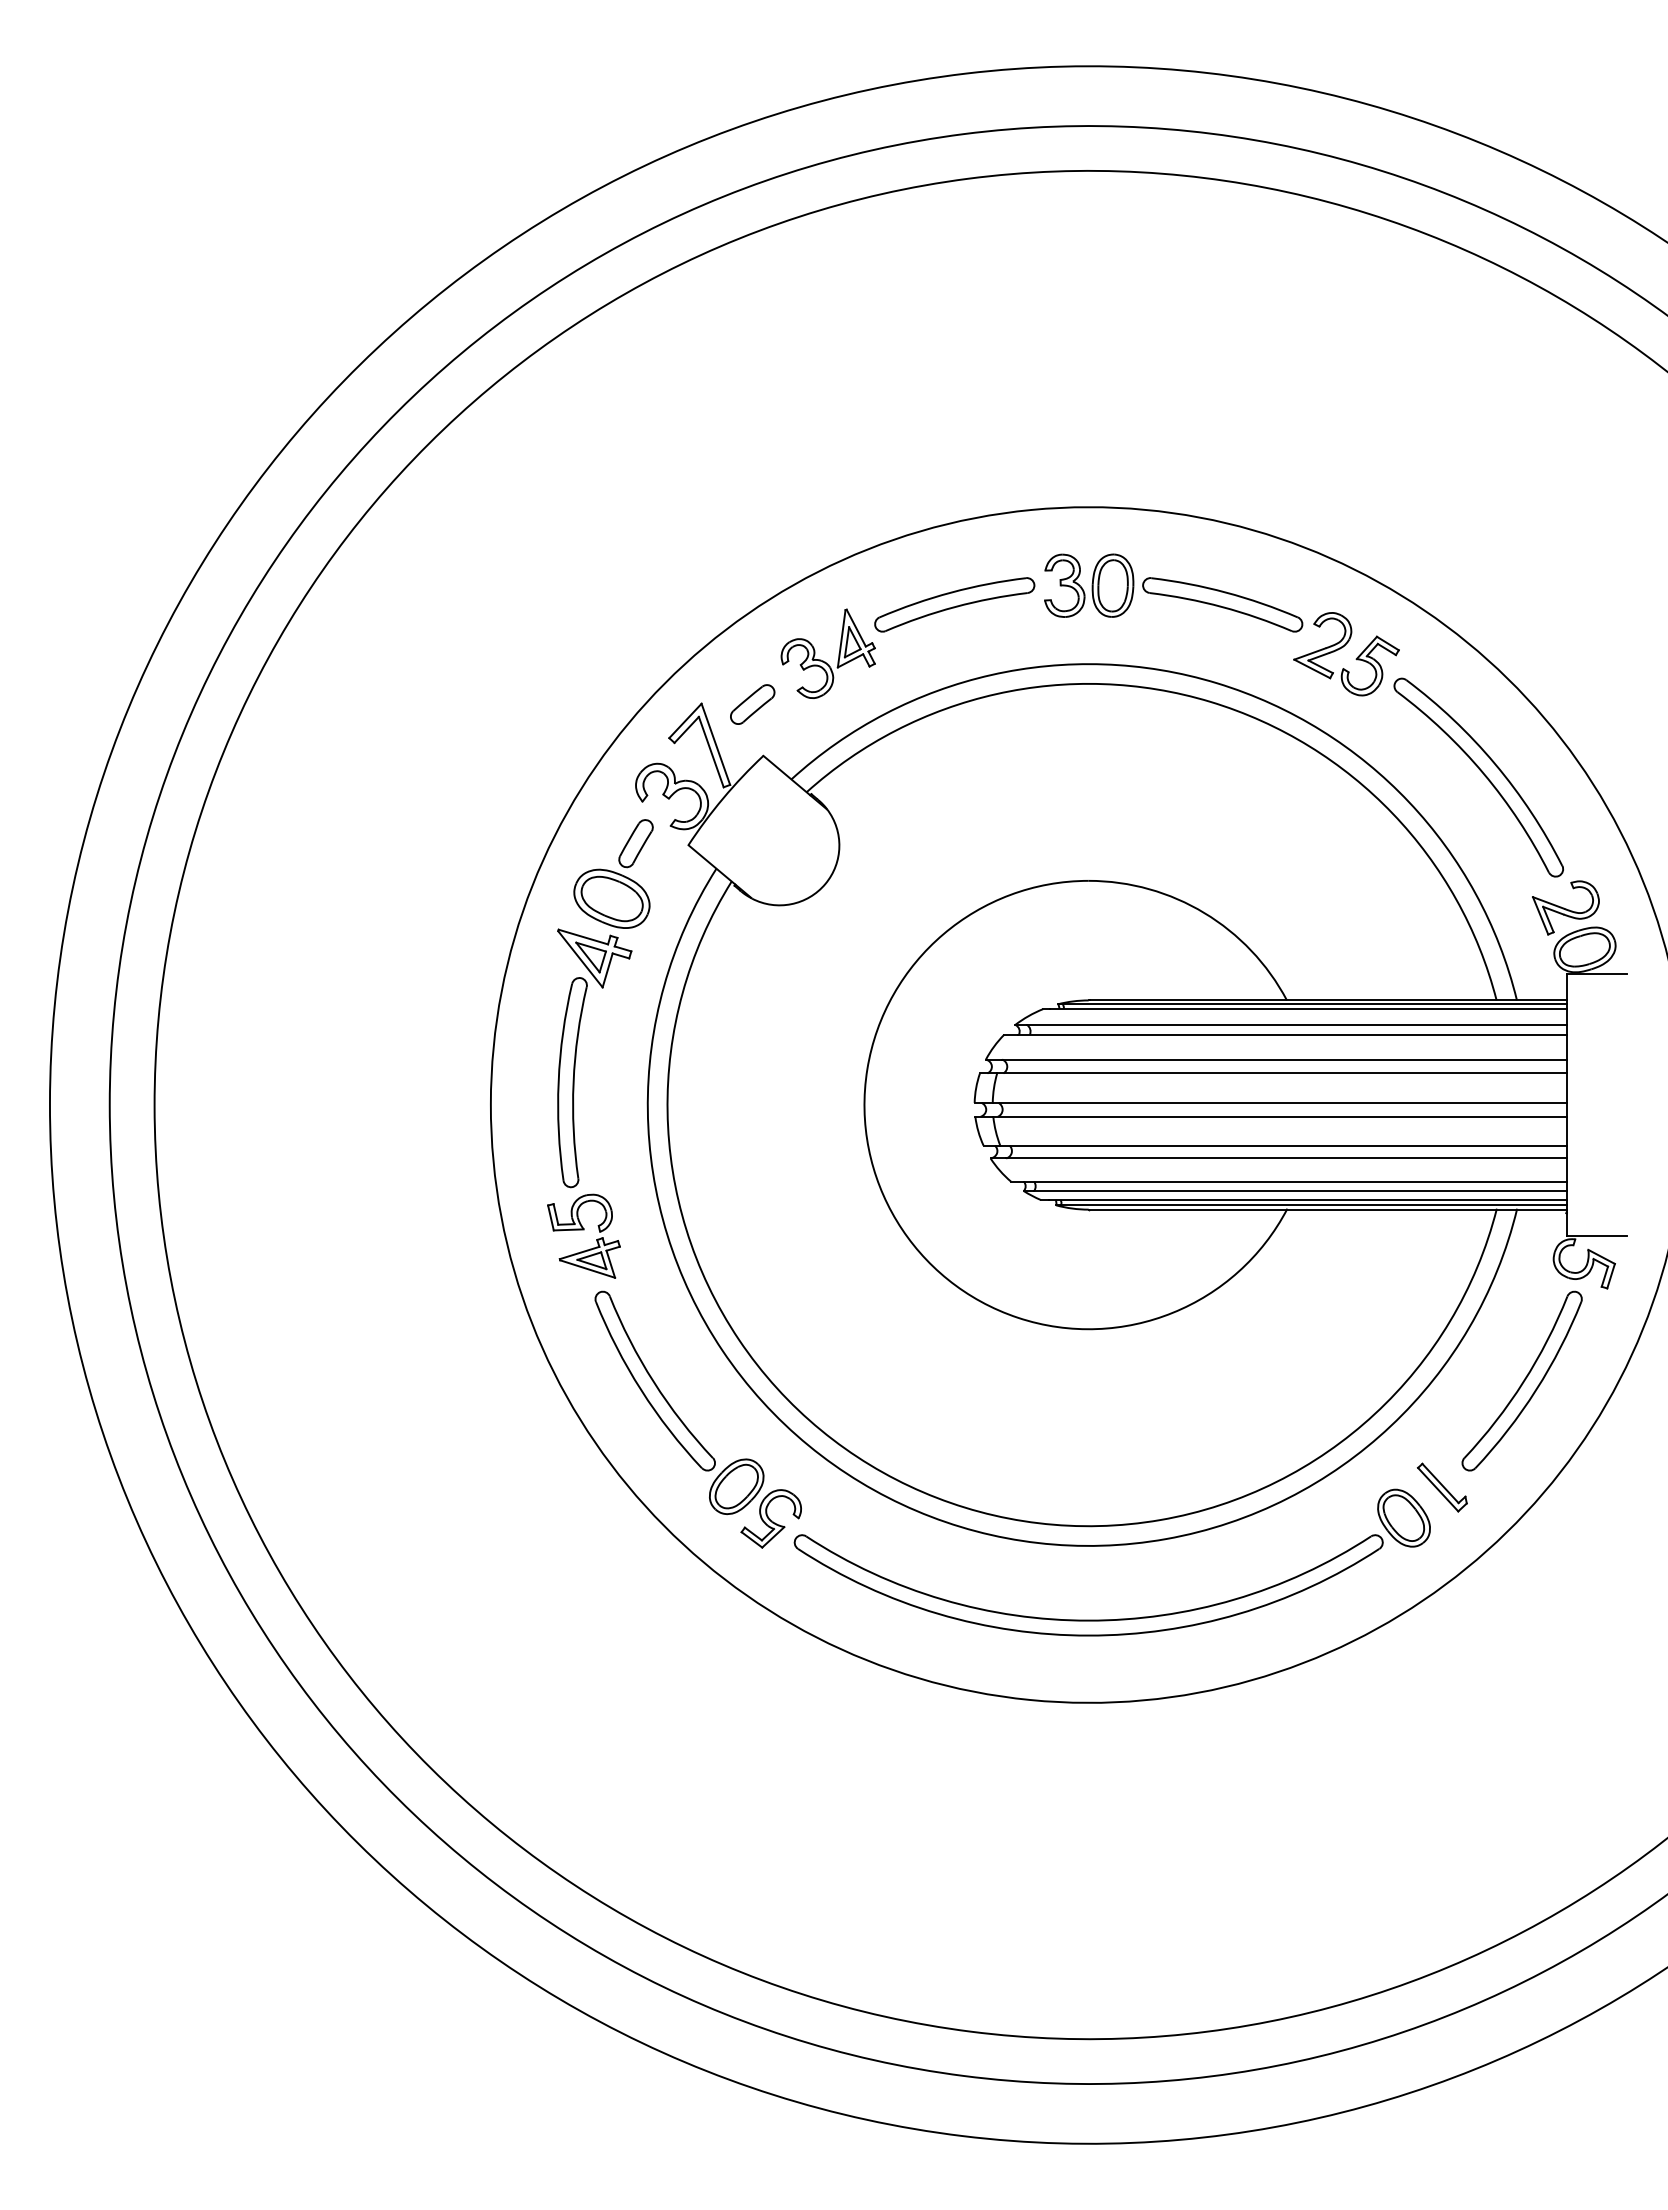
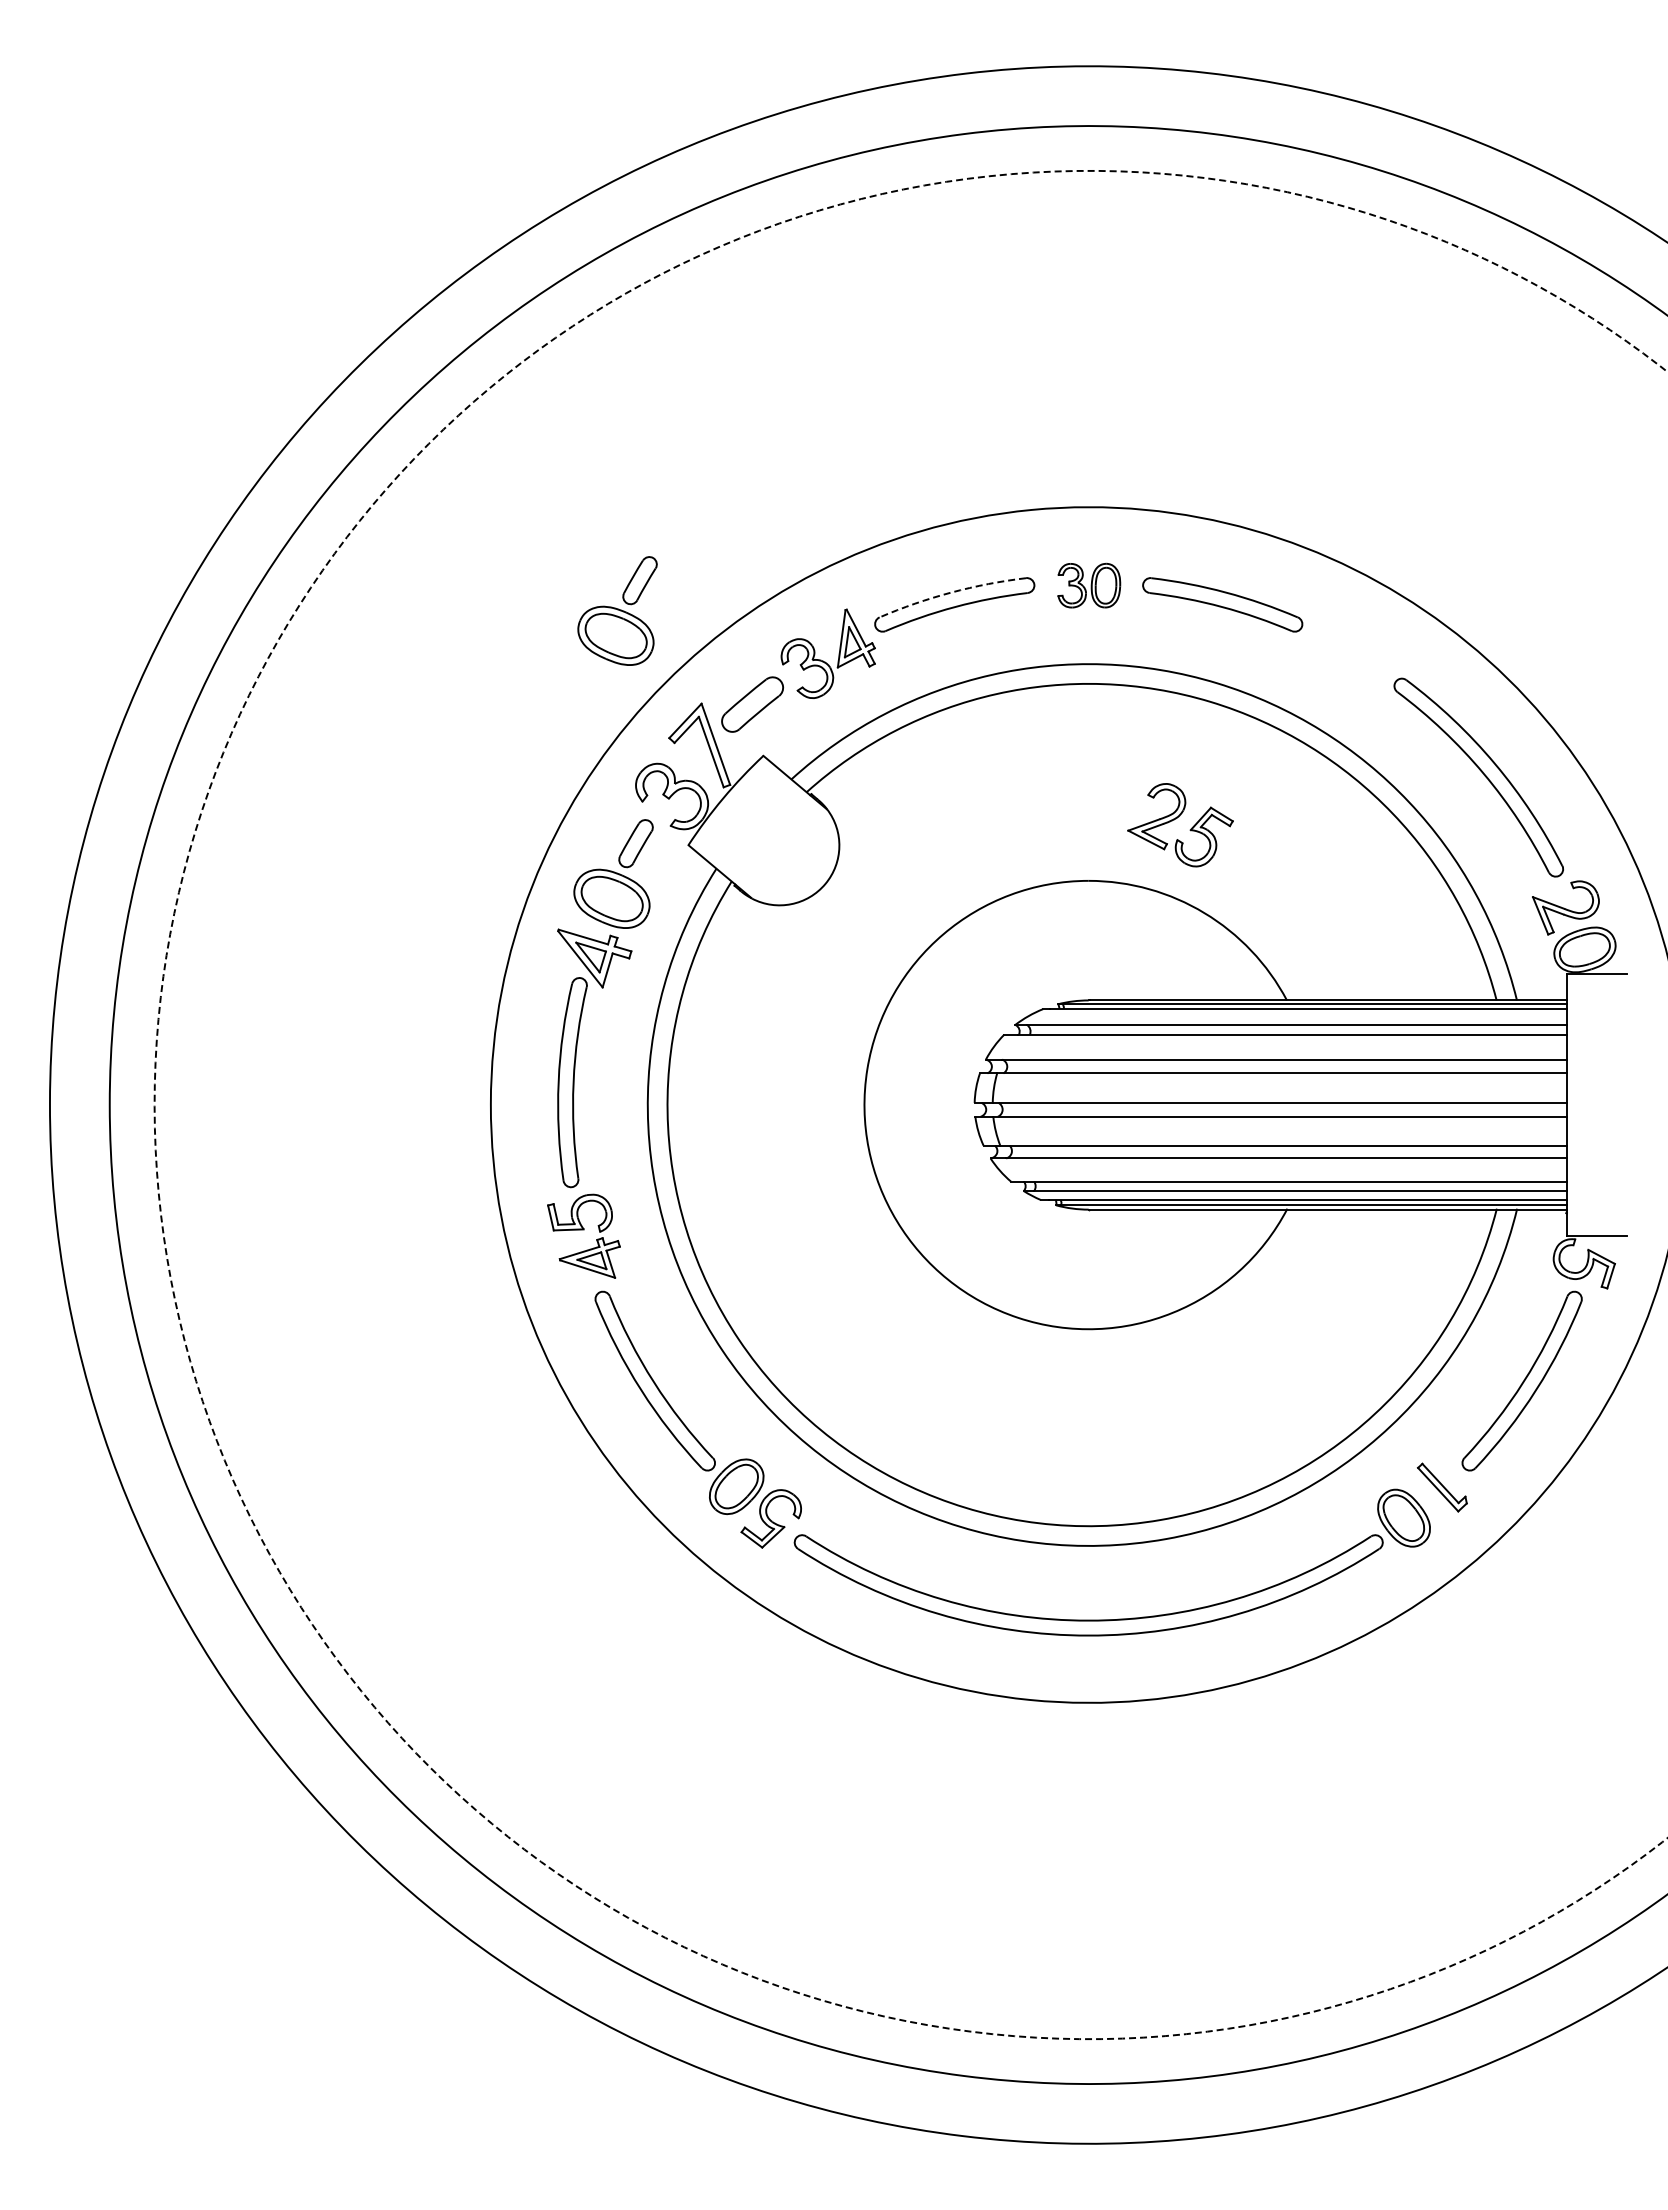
part at (1089, 585) size: 91x65 px -> 65x47 px
arc at (951, 592): solid -> dashed
part at (617, 610): none -> present
part at (1342, 648) position: (1342, 648) -> (1176, 819)
part at (752, 704) size: 46x41 px -> 64x57 px
arc at (154, 1105): solid -> dashed
